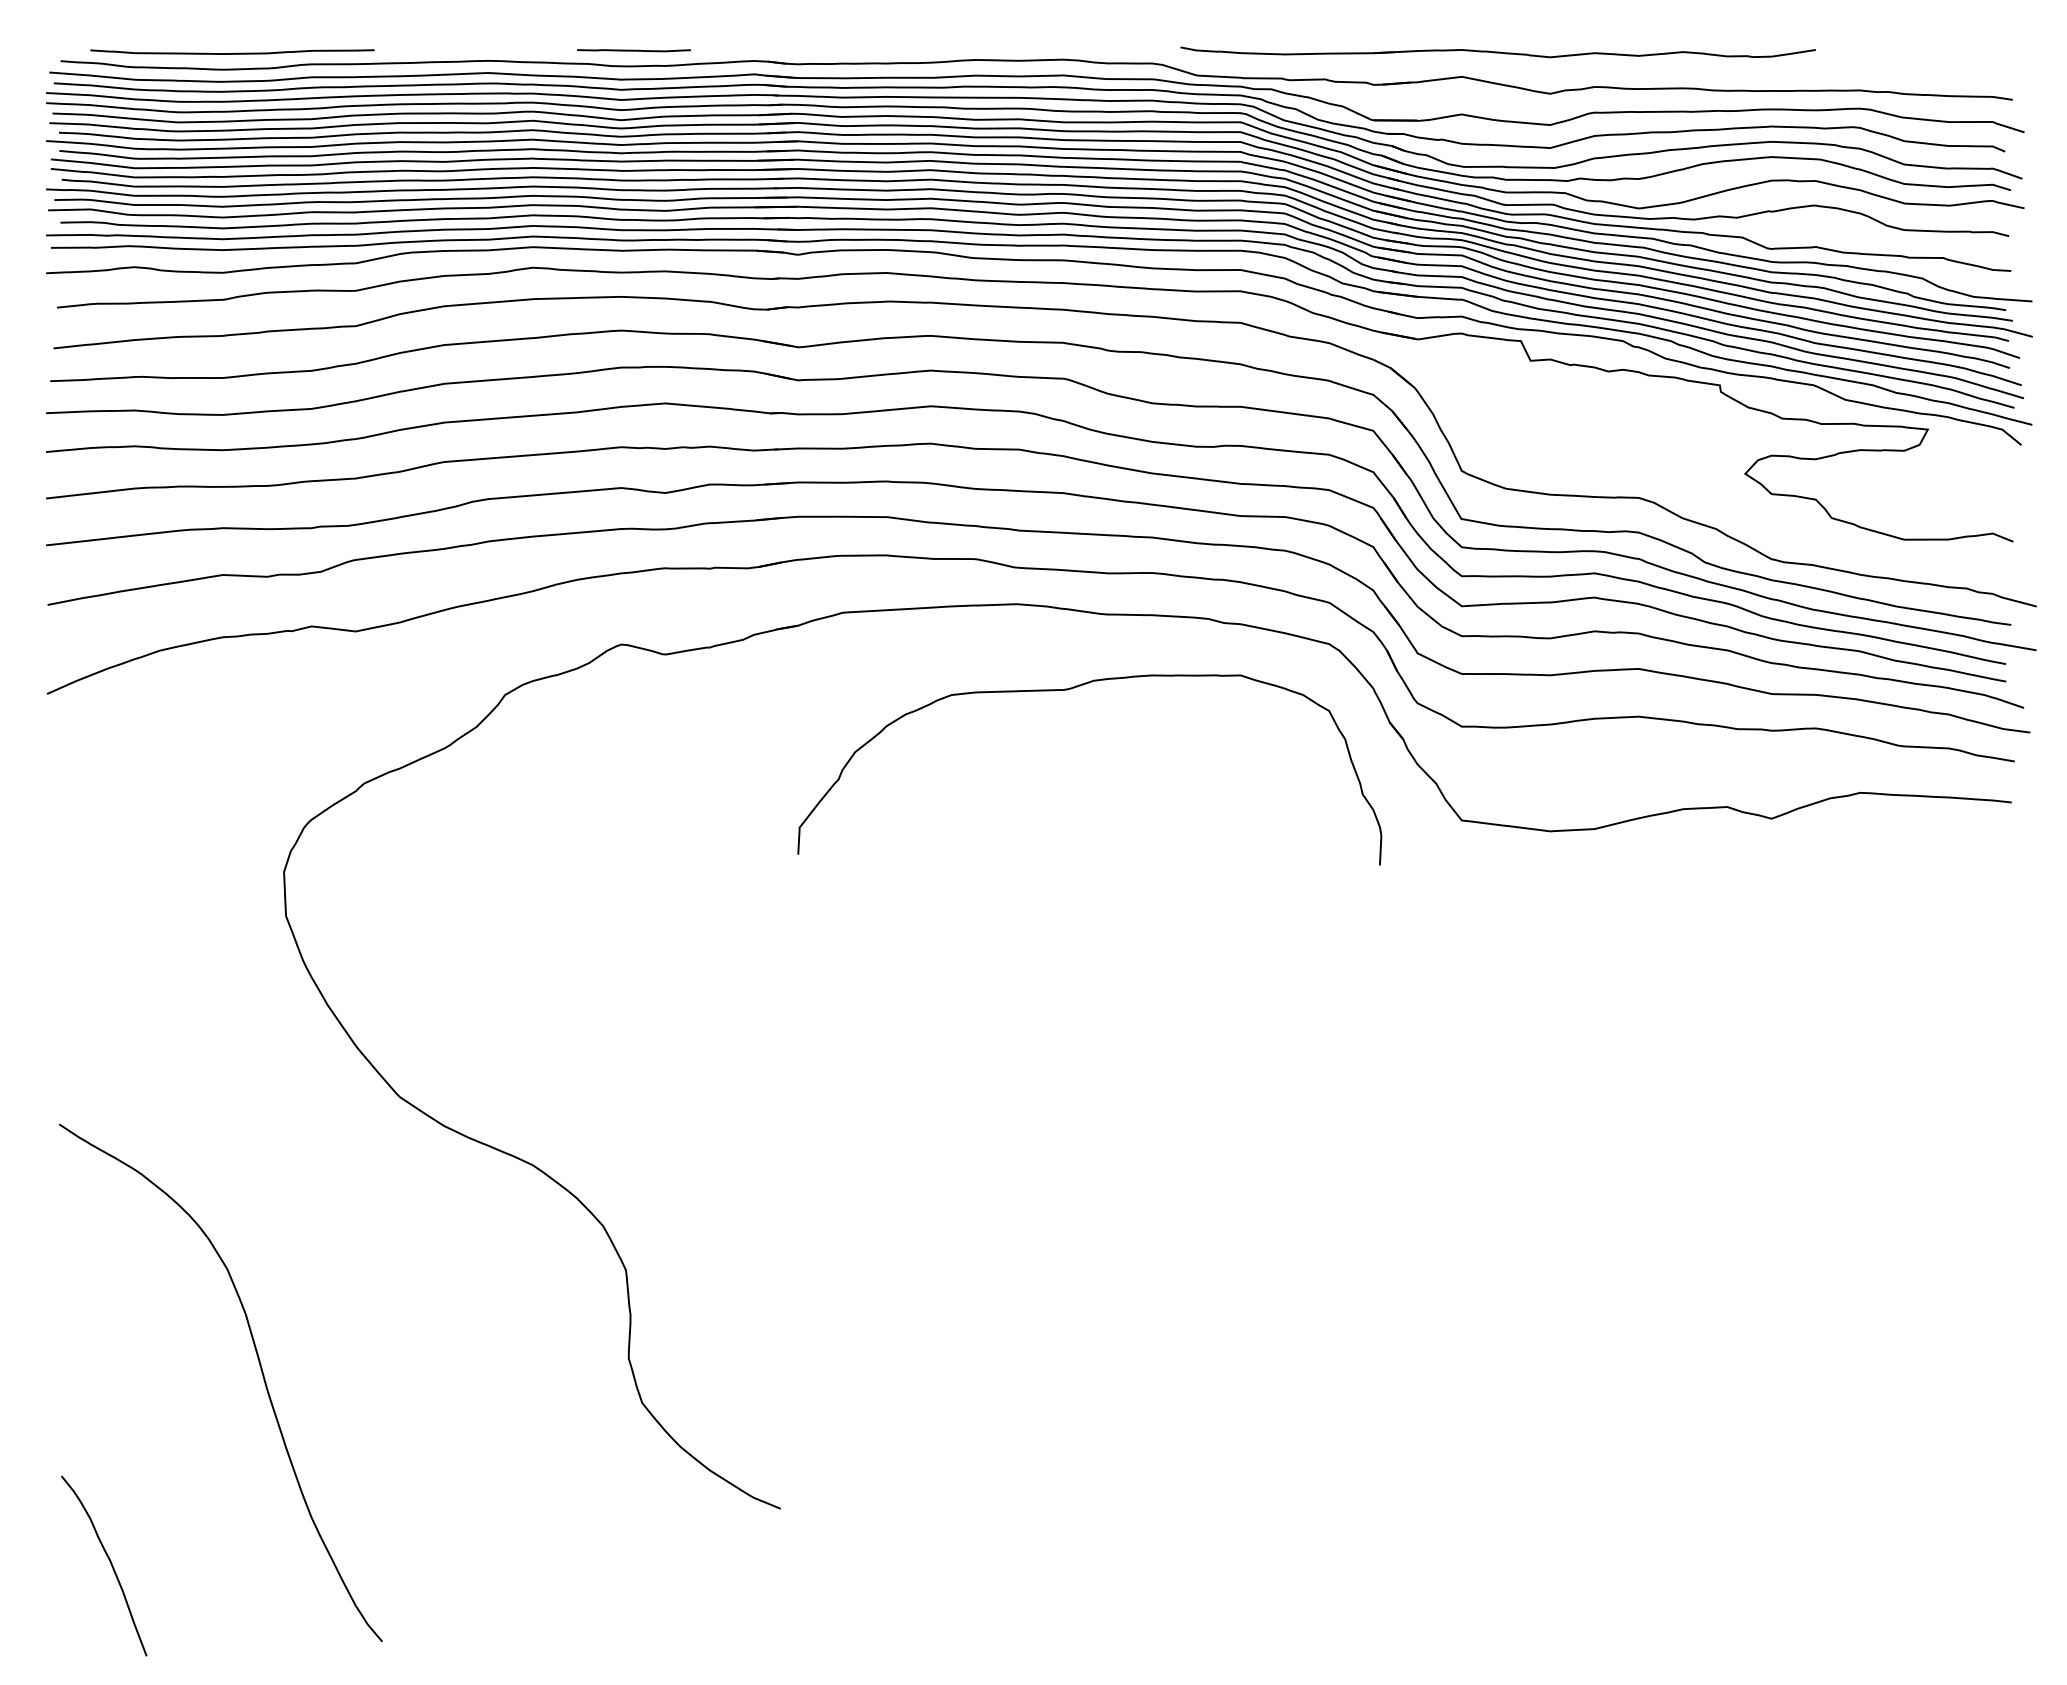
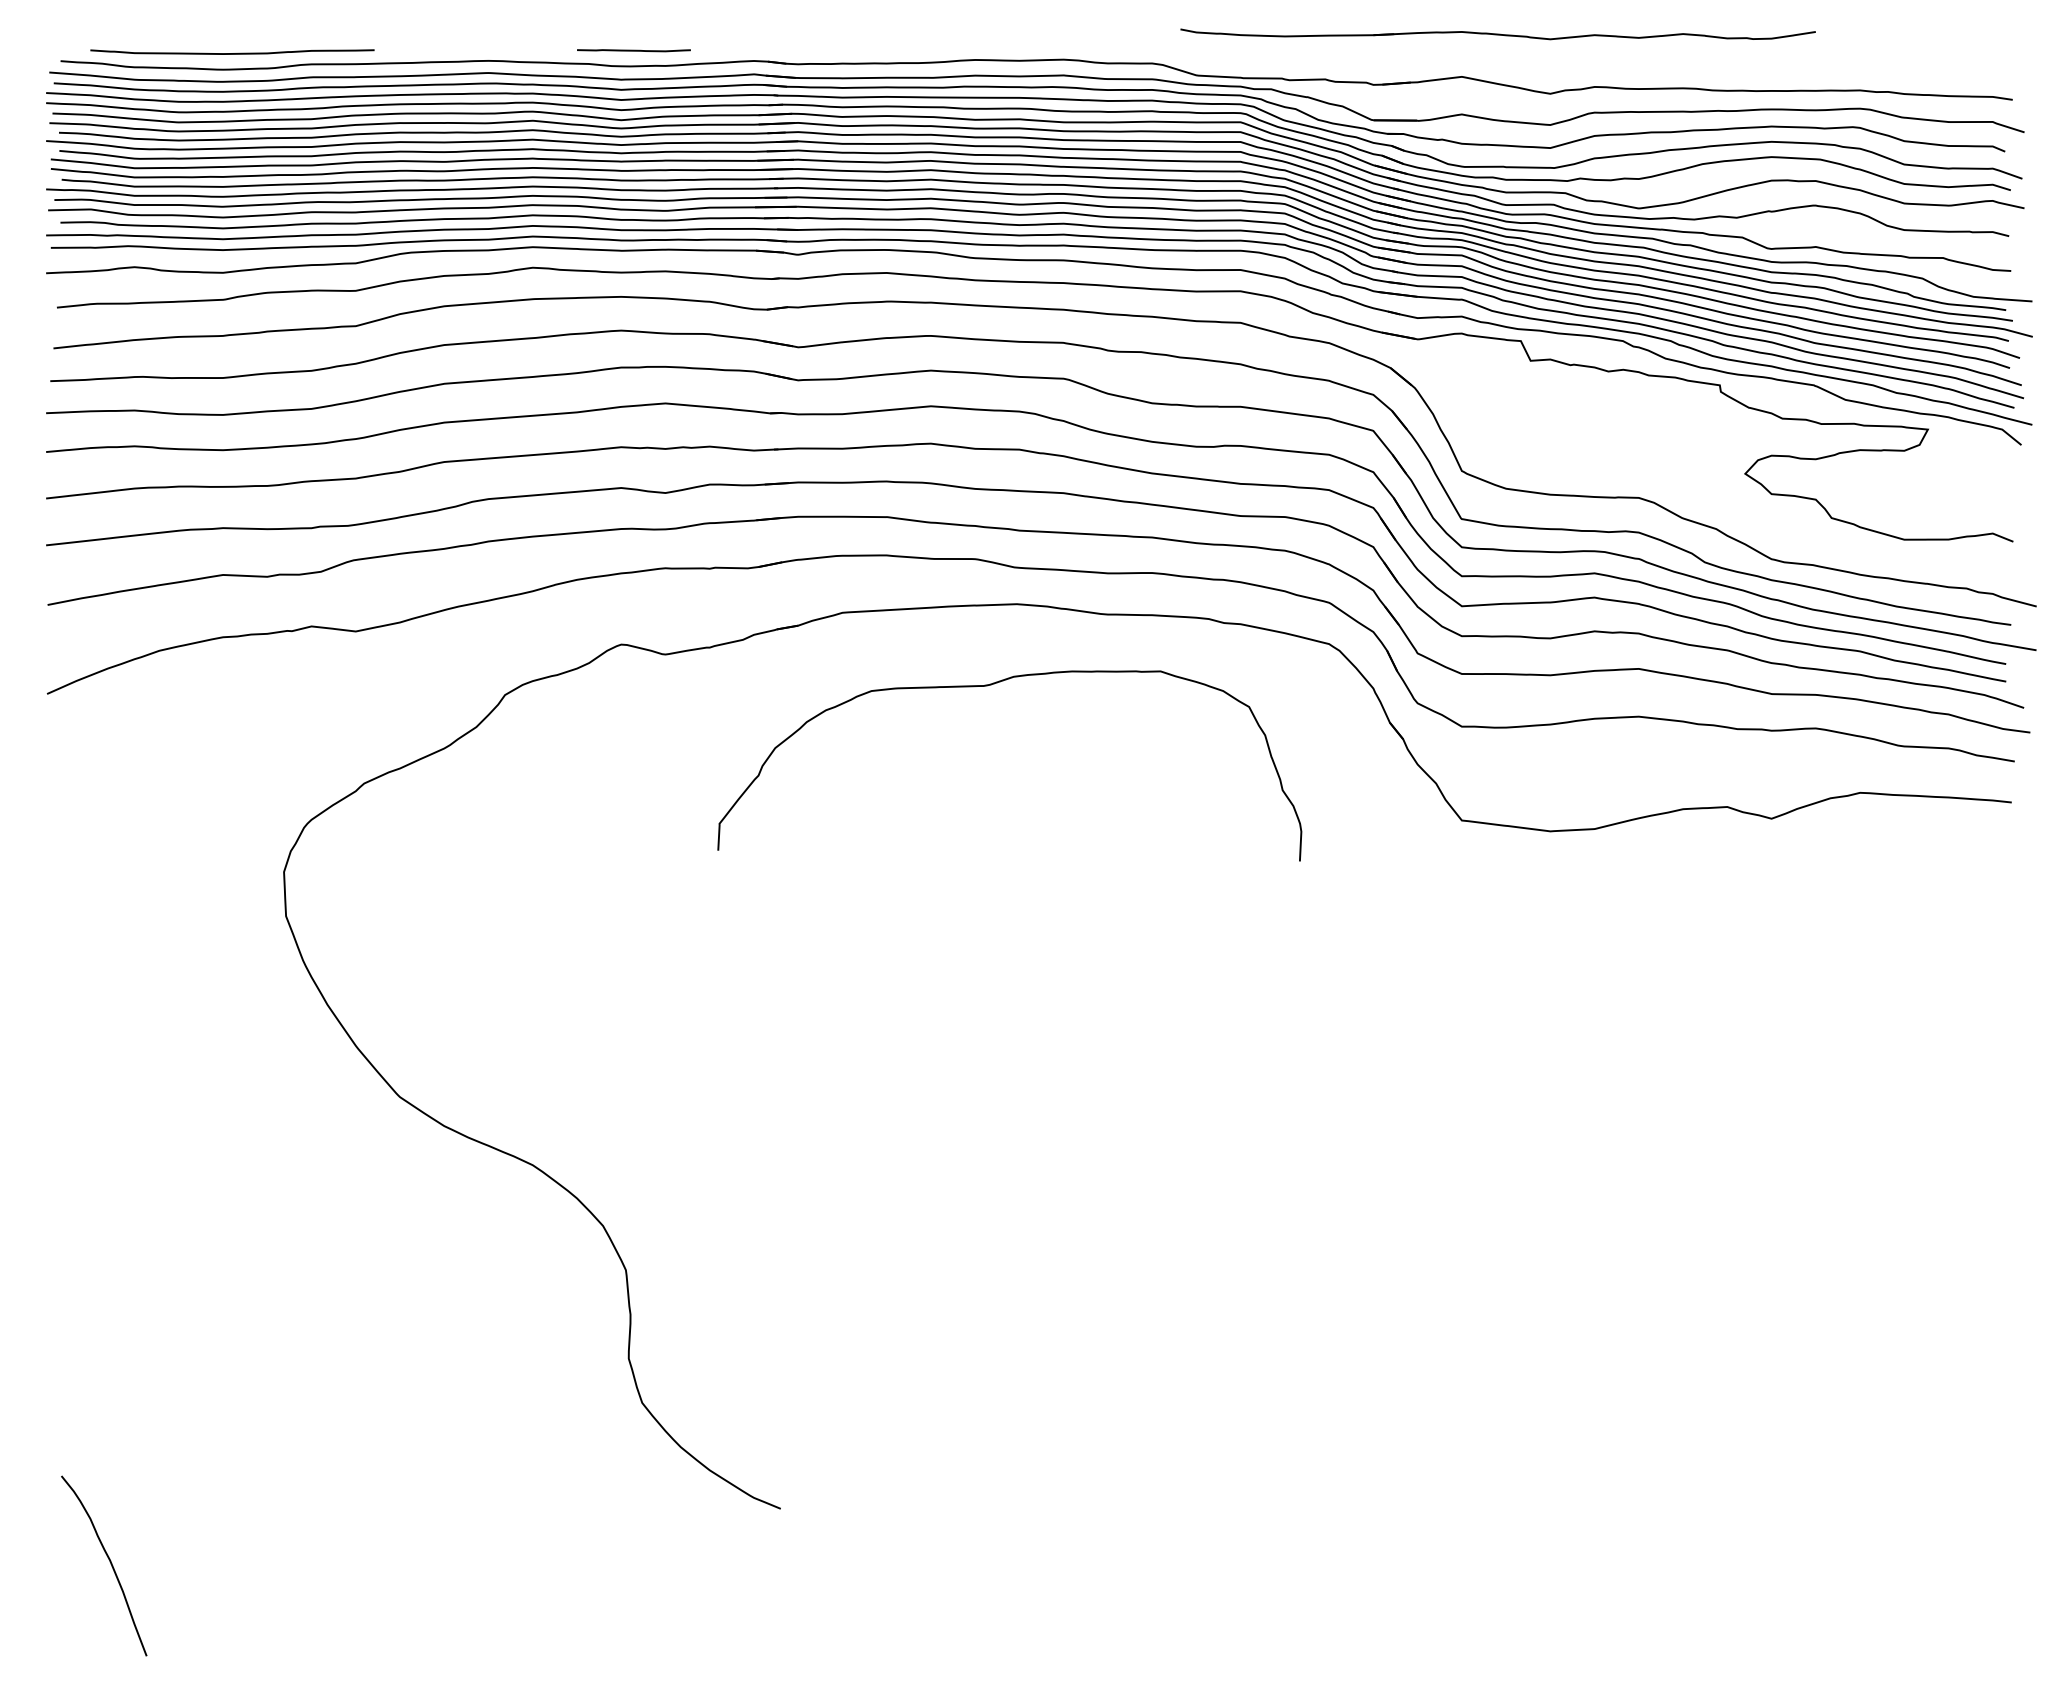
part at (1497, 52) position: (1497, 52) -> (1497, 34)
curve at (1071, 689) position: (1071, 689) -> (991, 685)
curve at (261, 1373): present -> none
